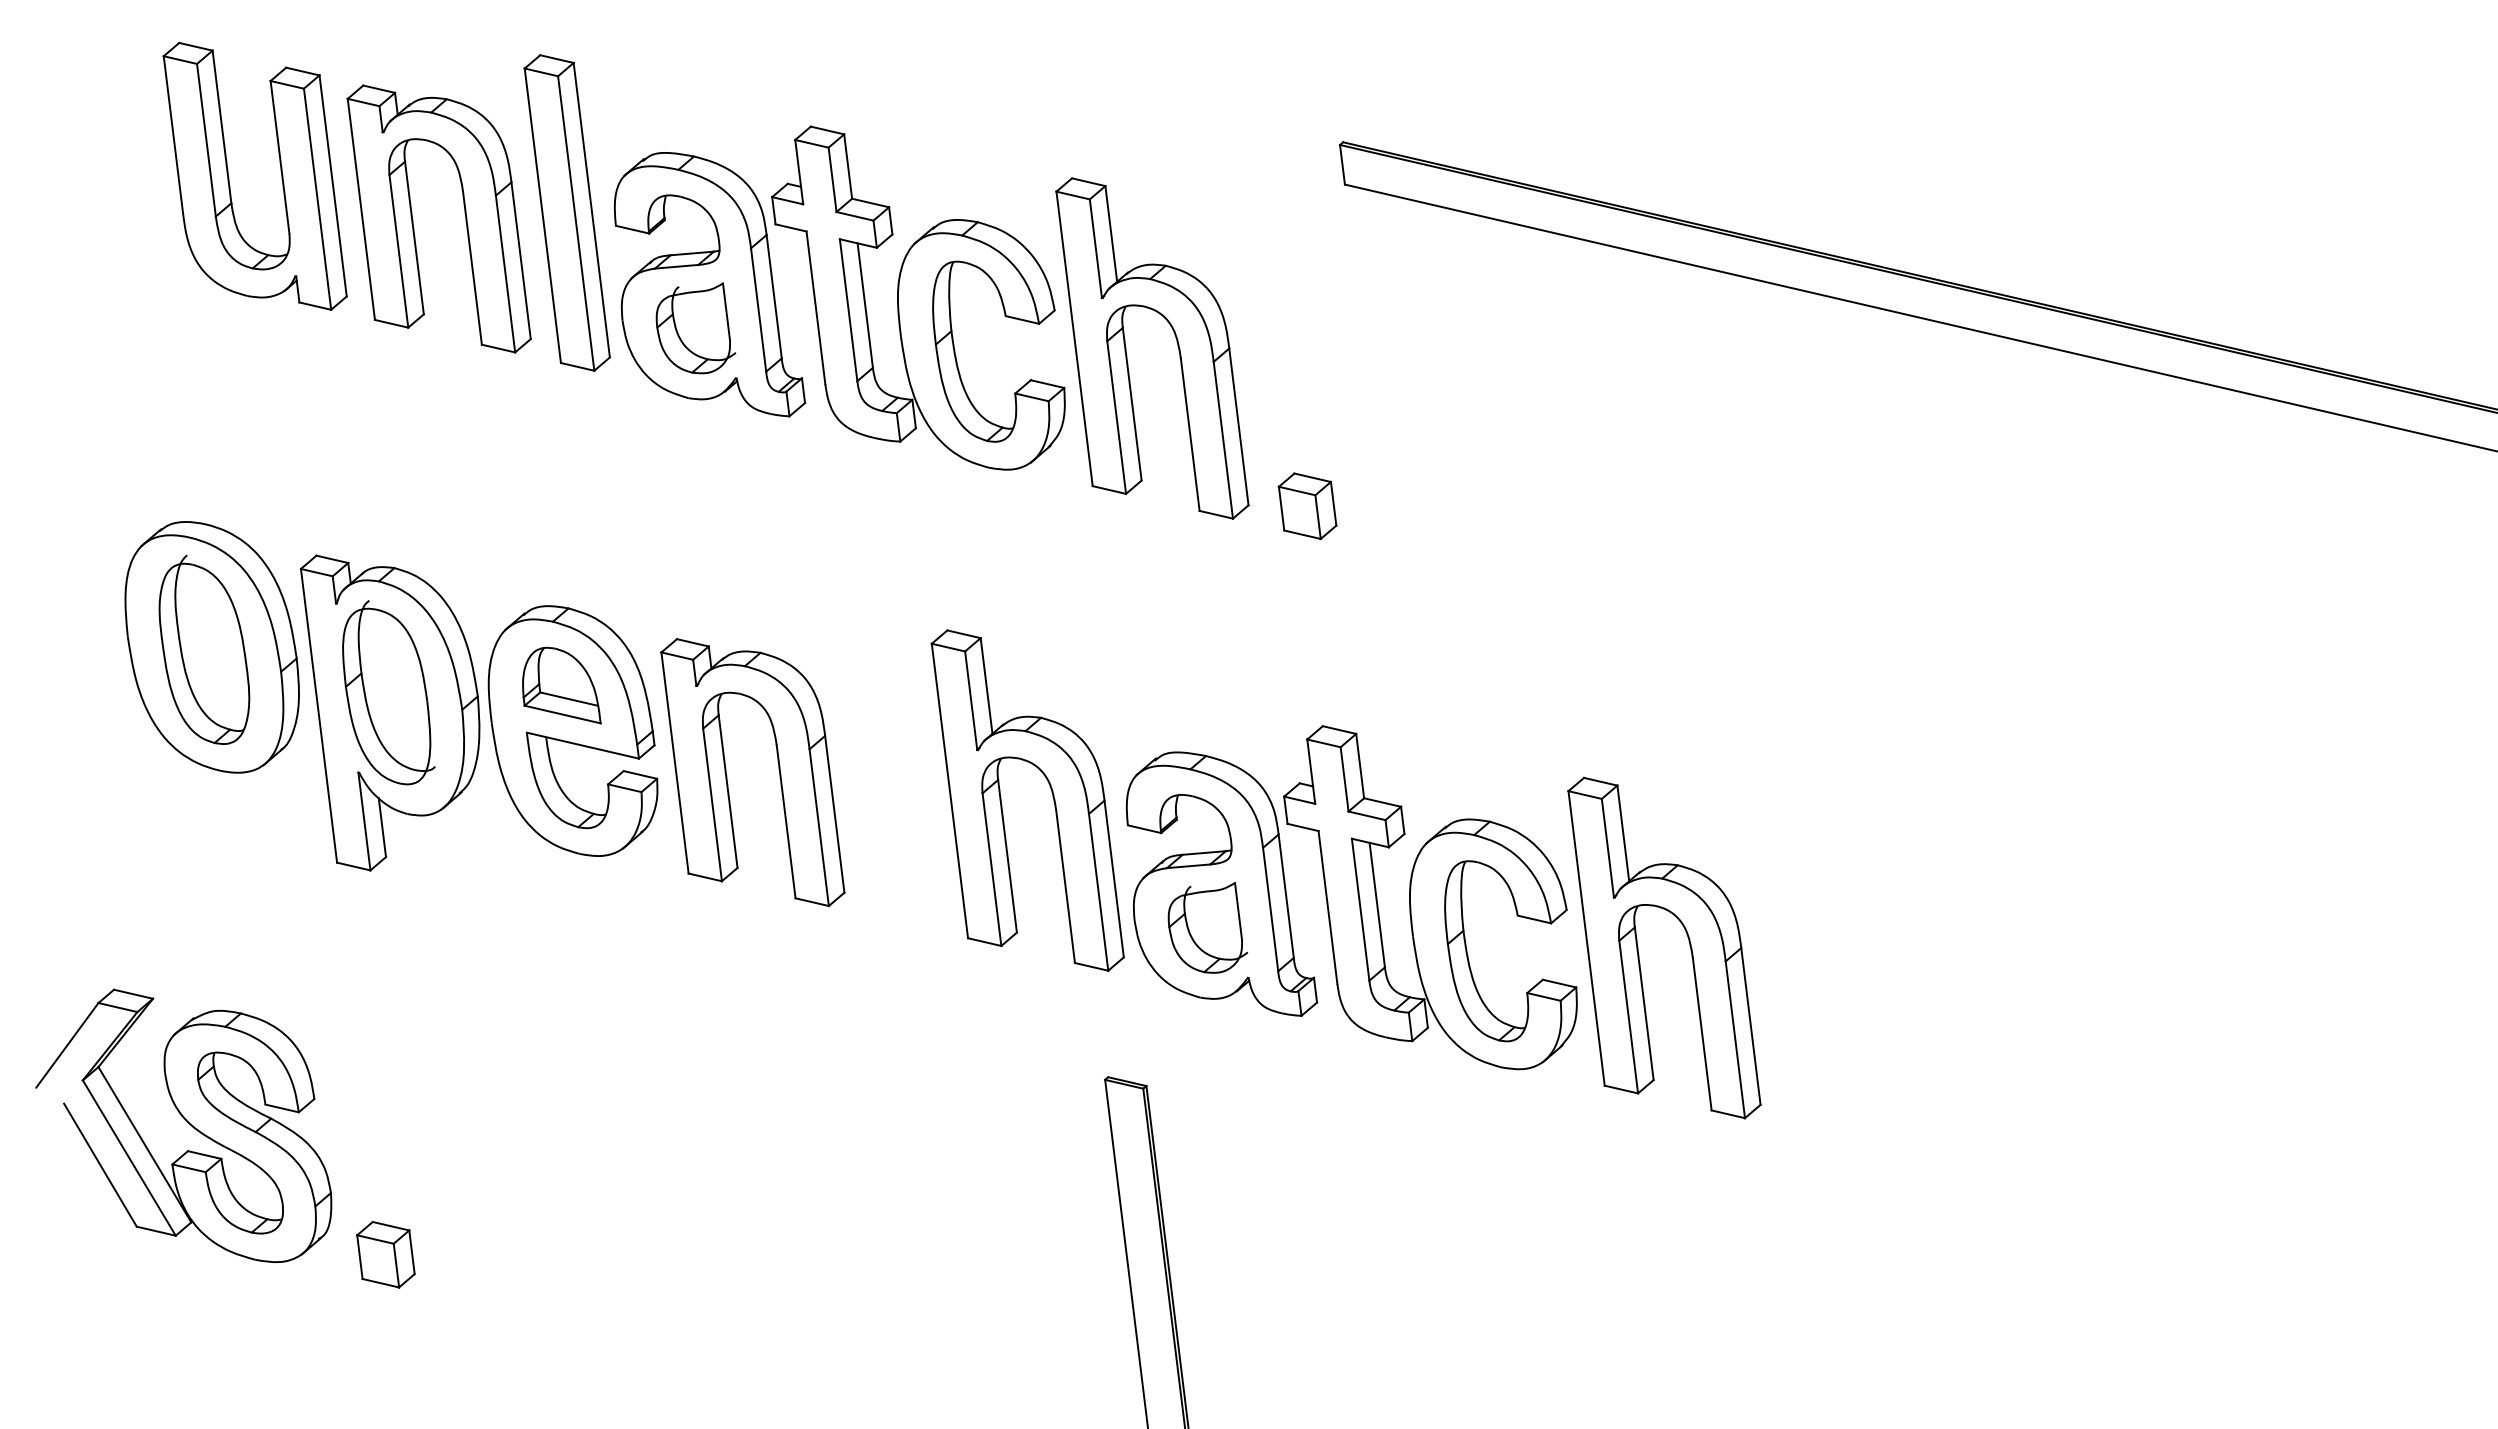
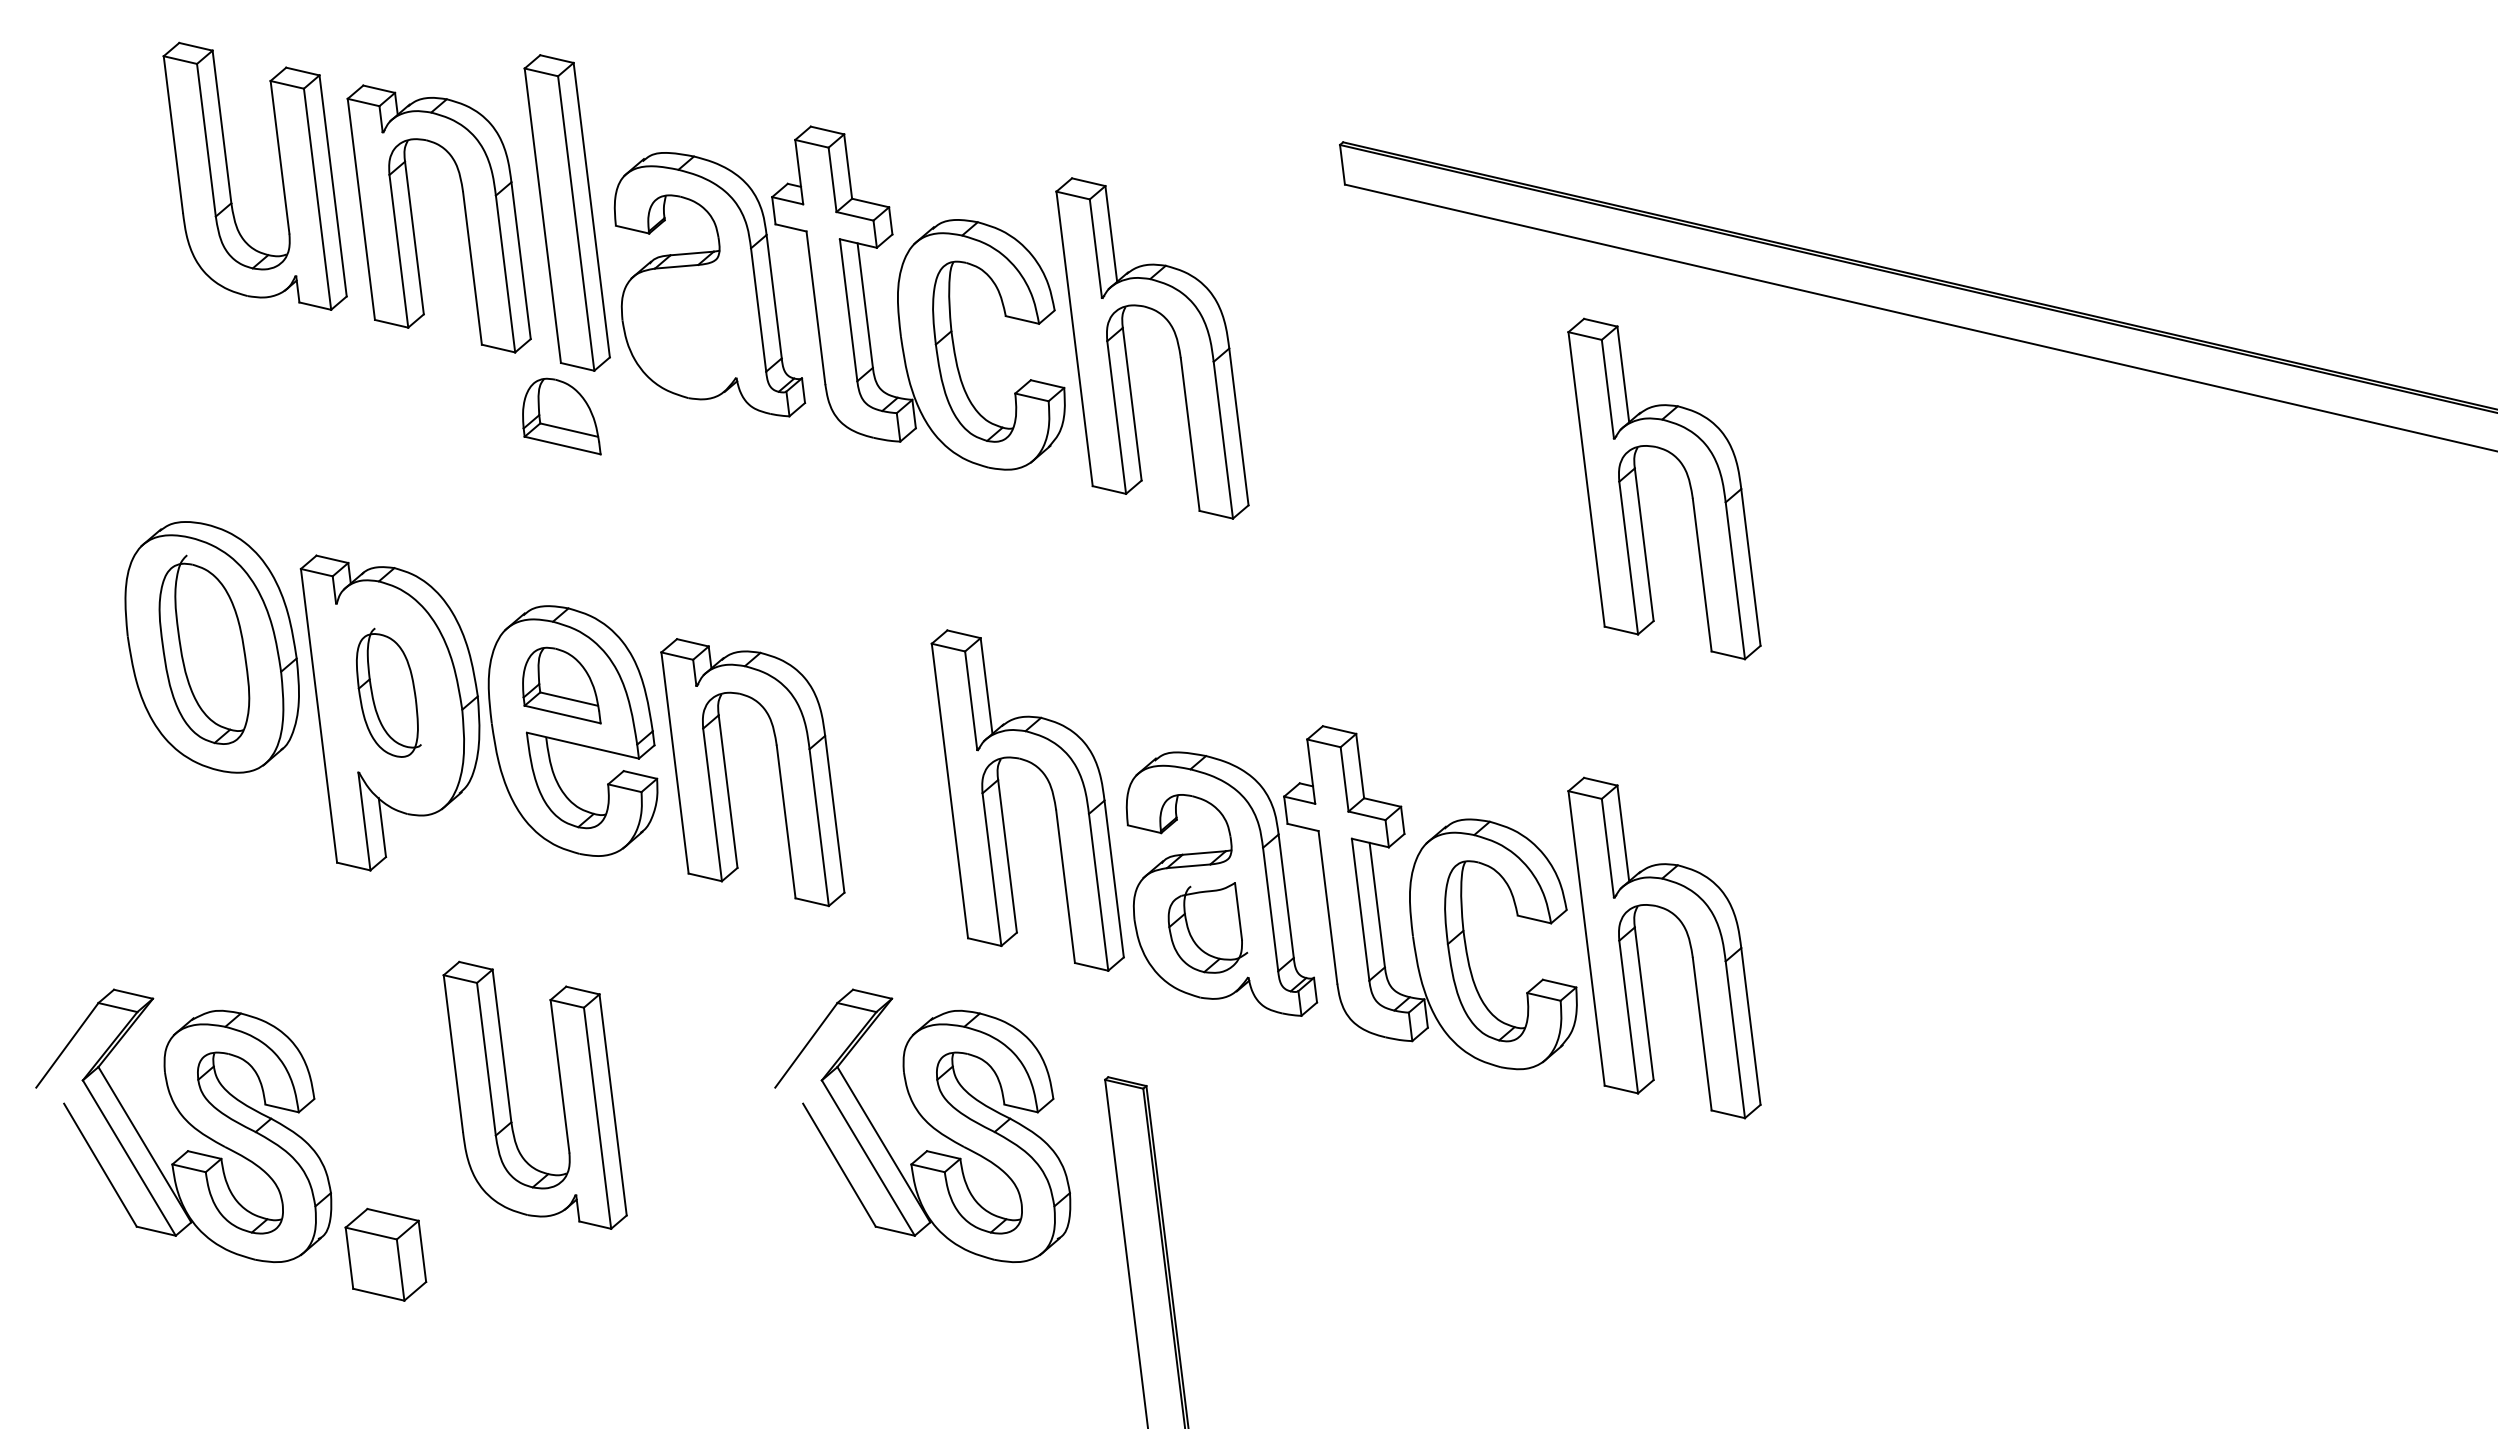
part at (695, 328): present -> none
part at (561, 416): none -> present
part at (1688, 482): none -> present
part at (1307, 506): present -> none
part at (388, 692) size: 94x186 px -> 66x131 px
part at (509, 1096): none -> present
part at (922, 1125): none -> present
part at (385, 1254) size: 60x69 px -> 84x95 px
